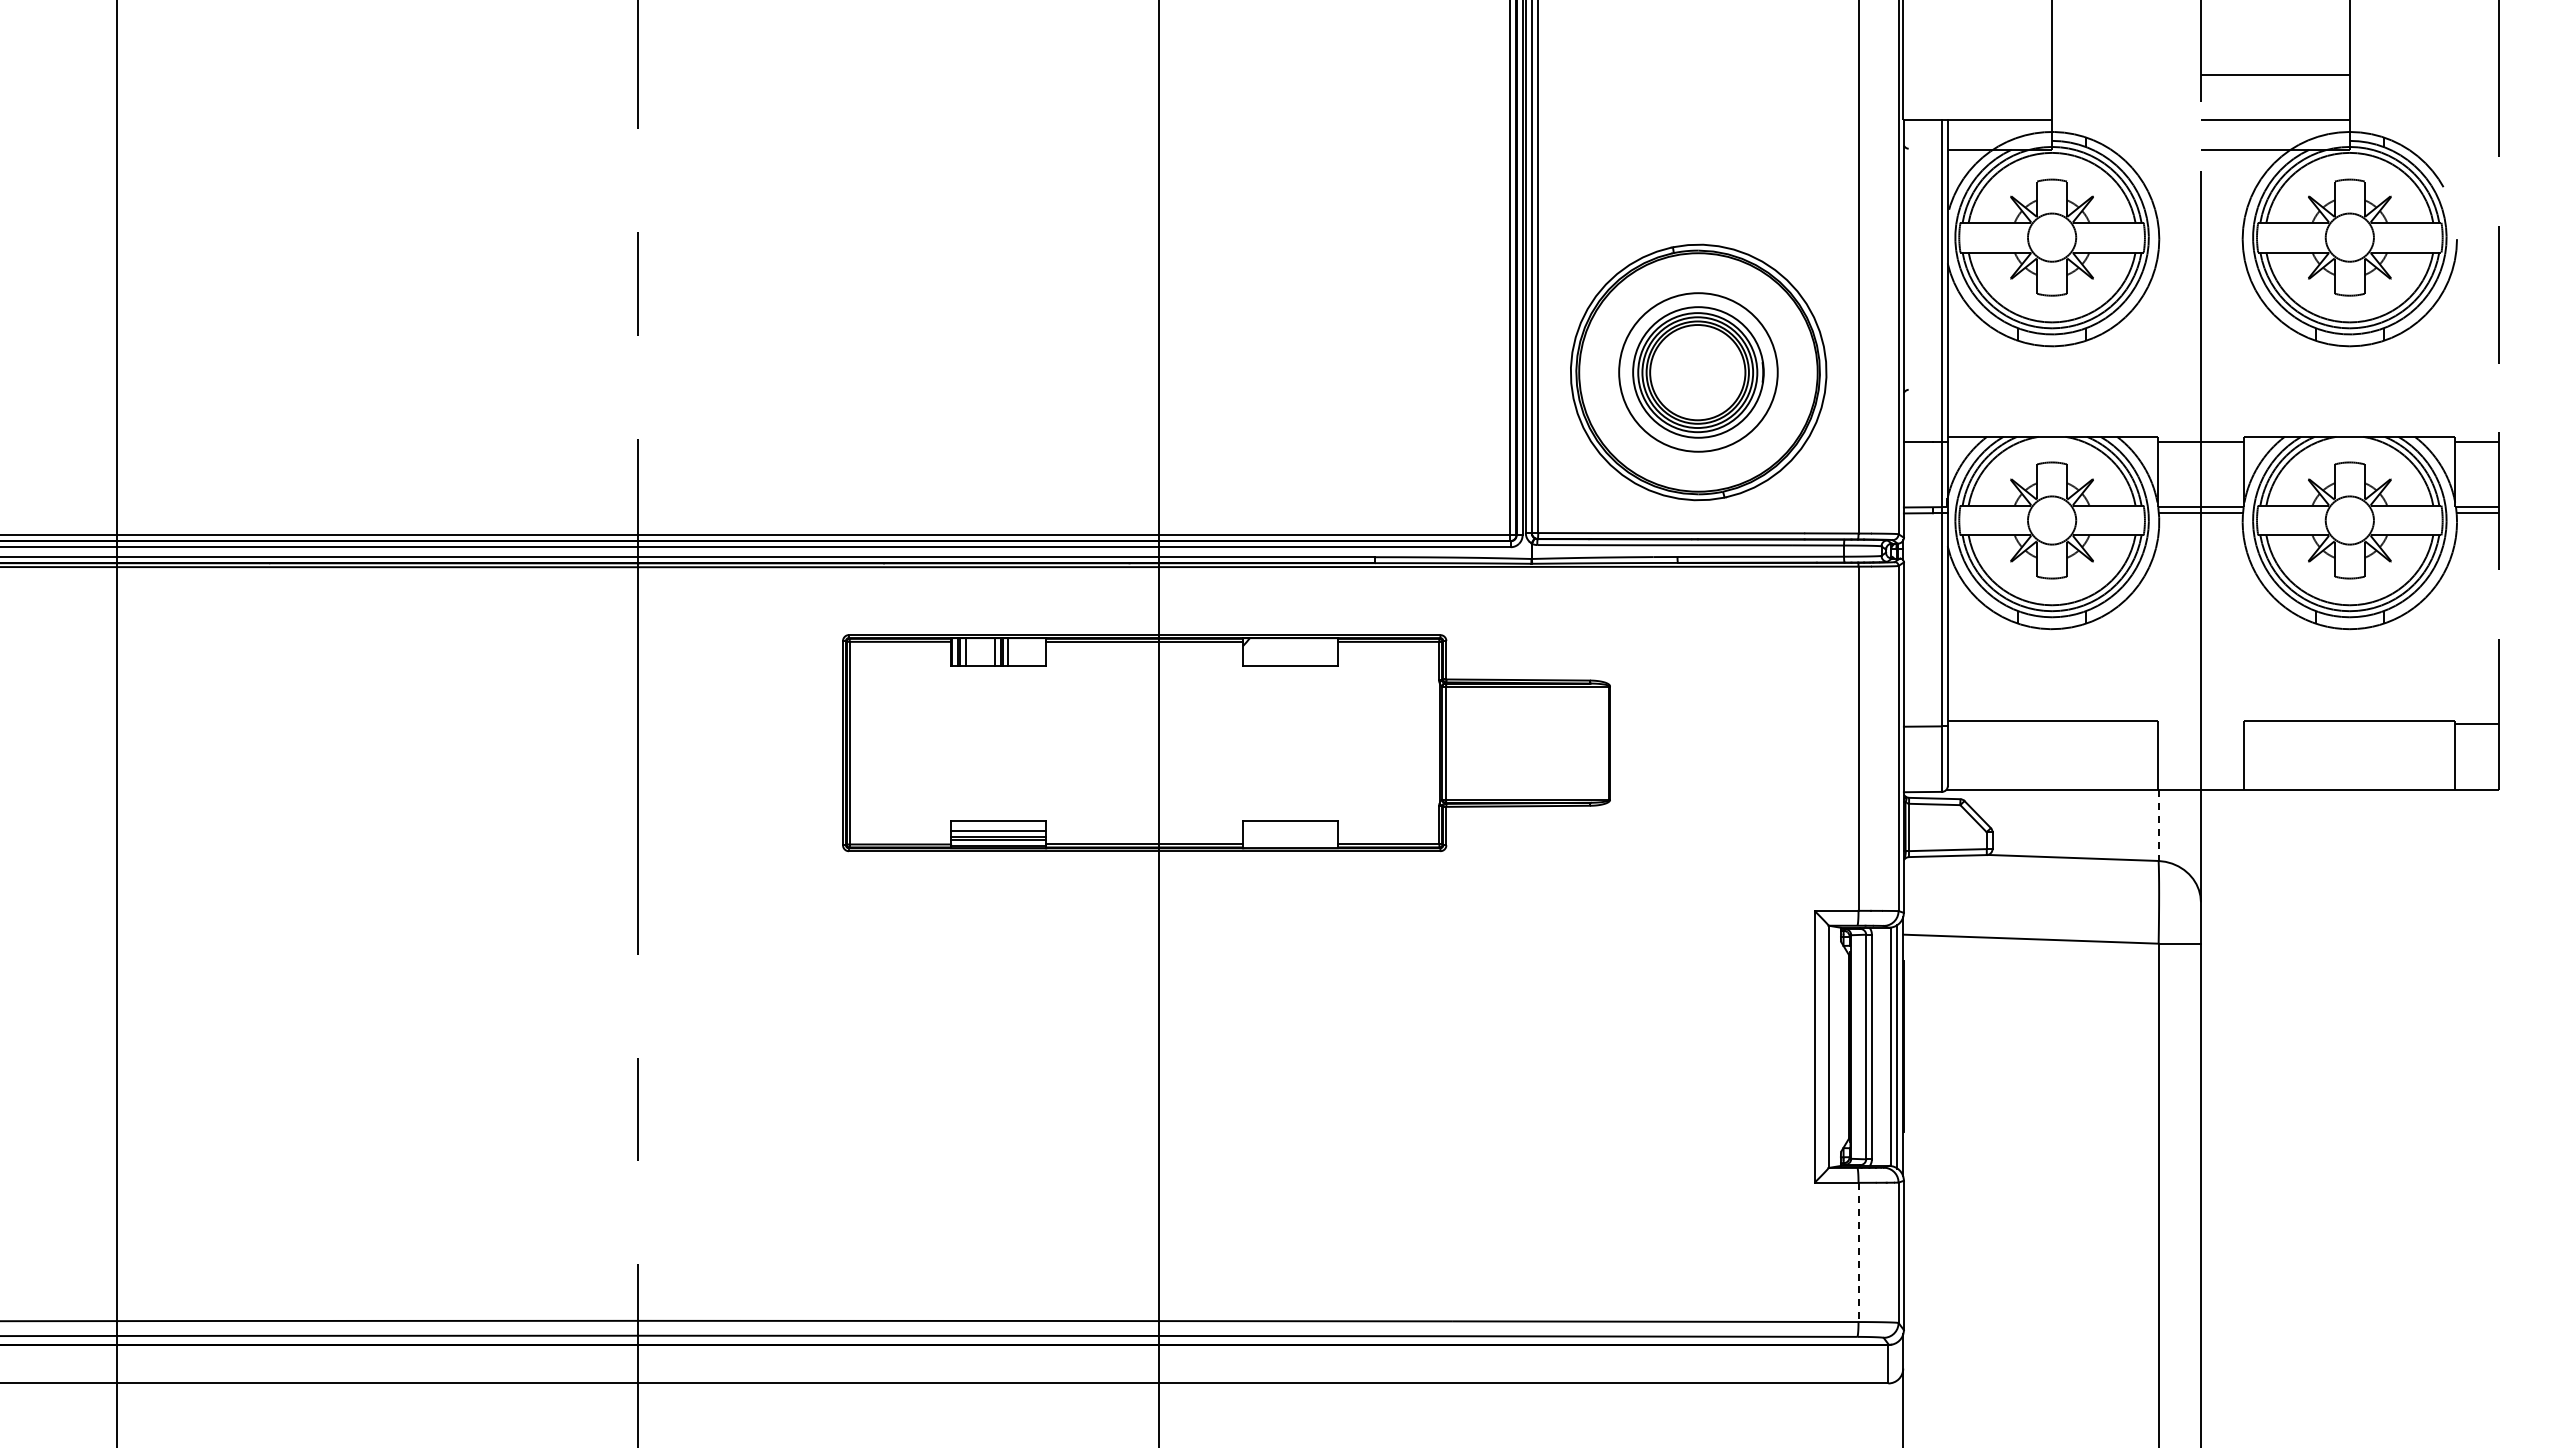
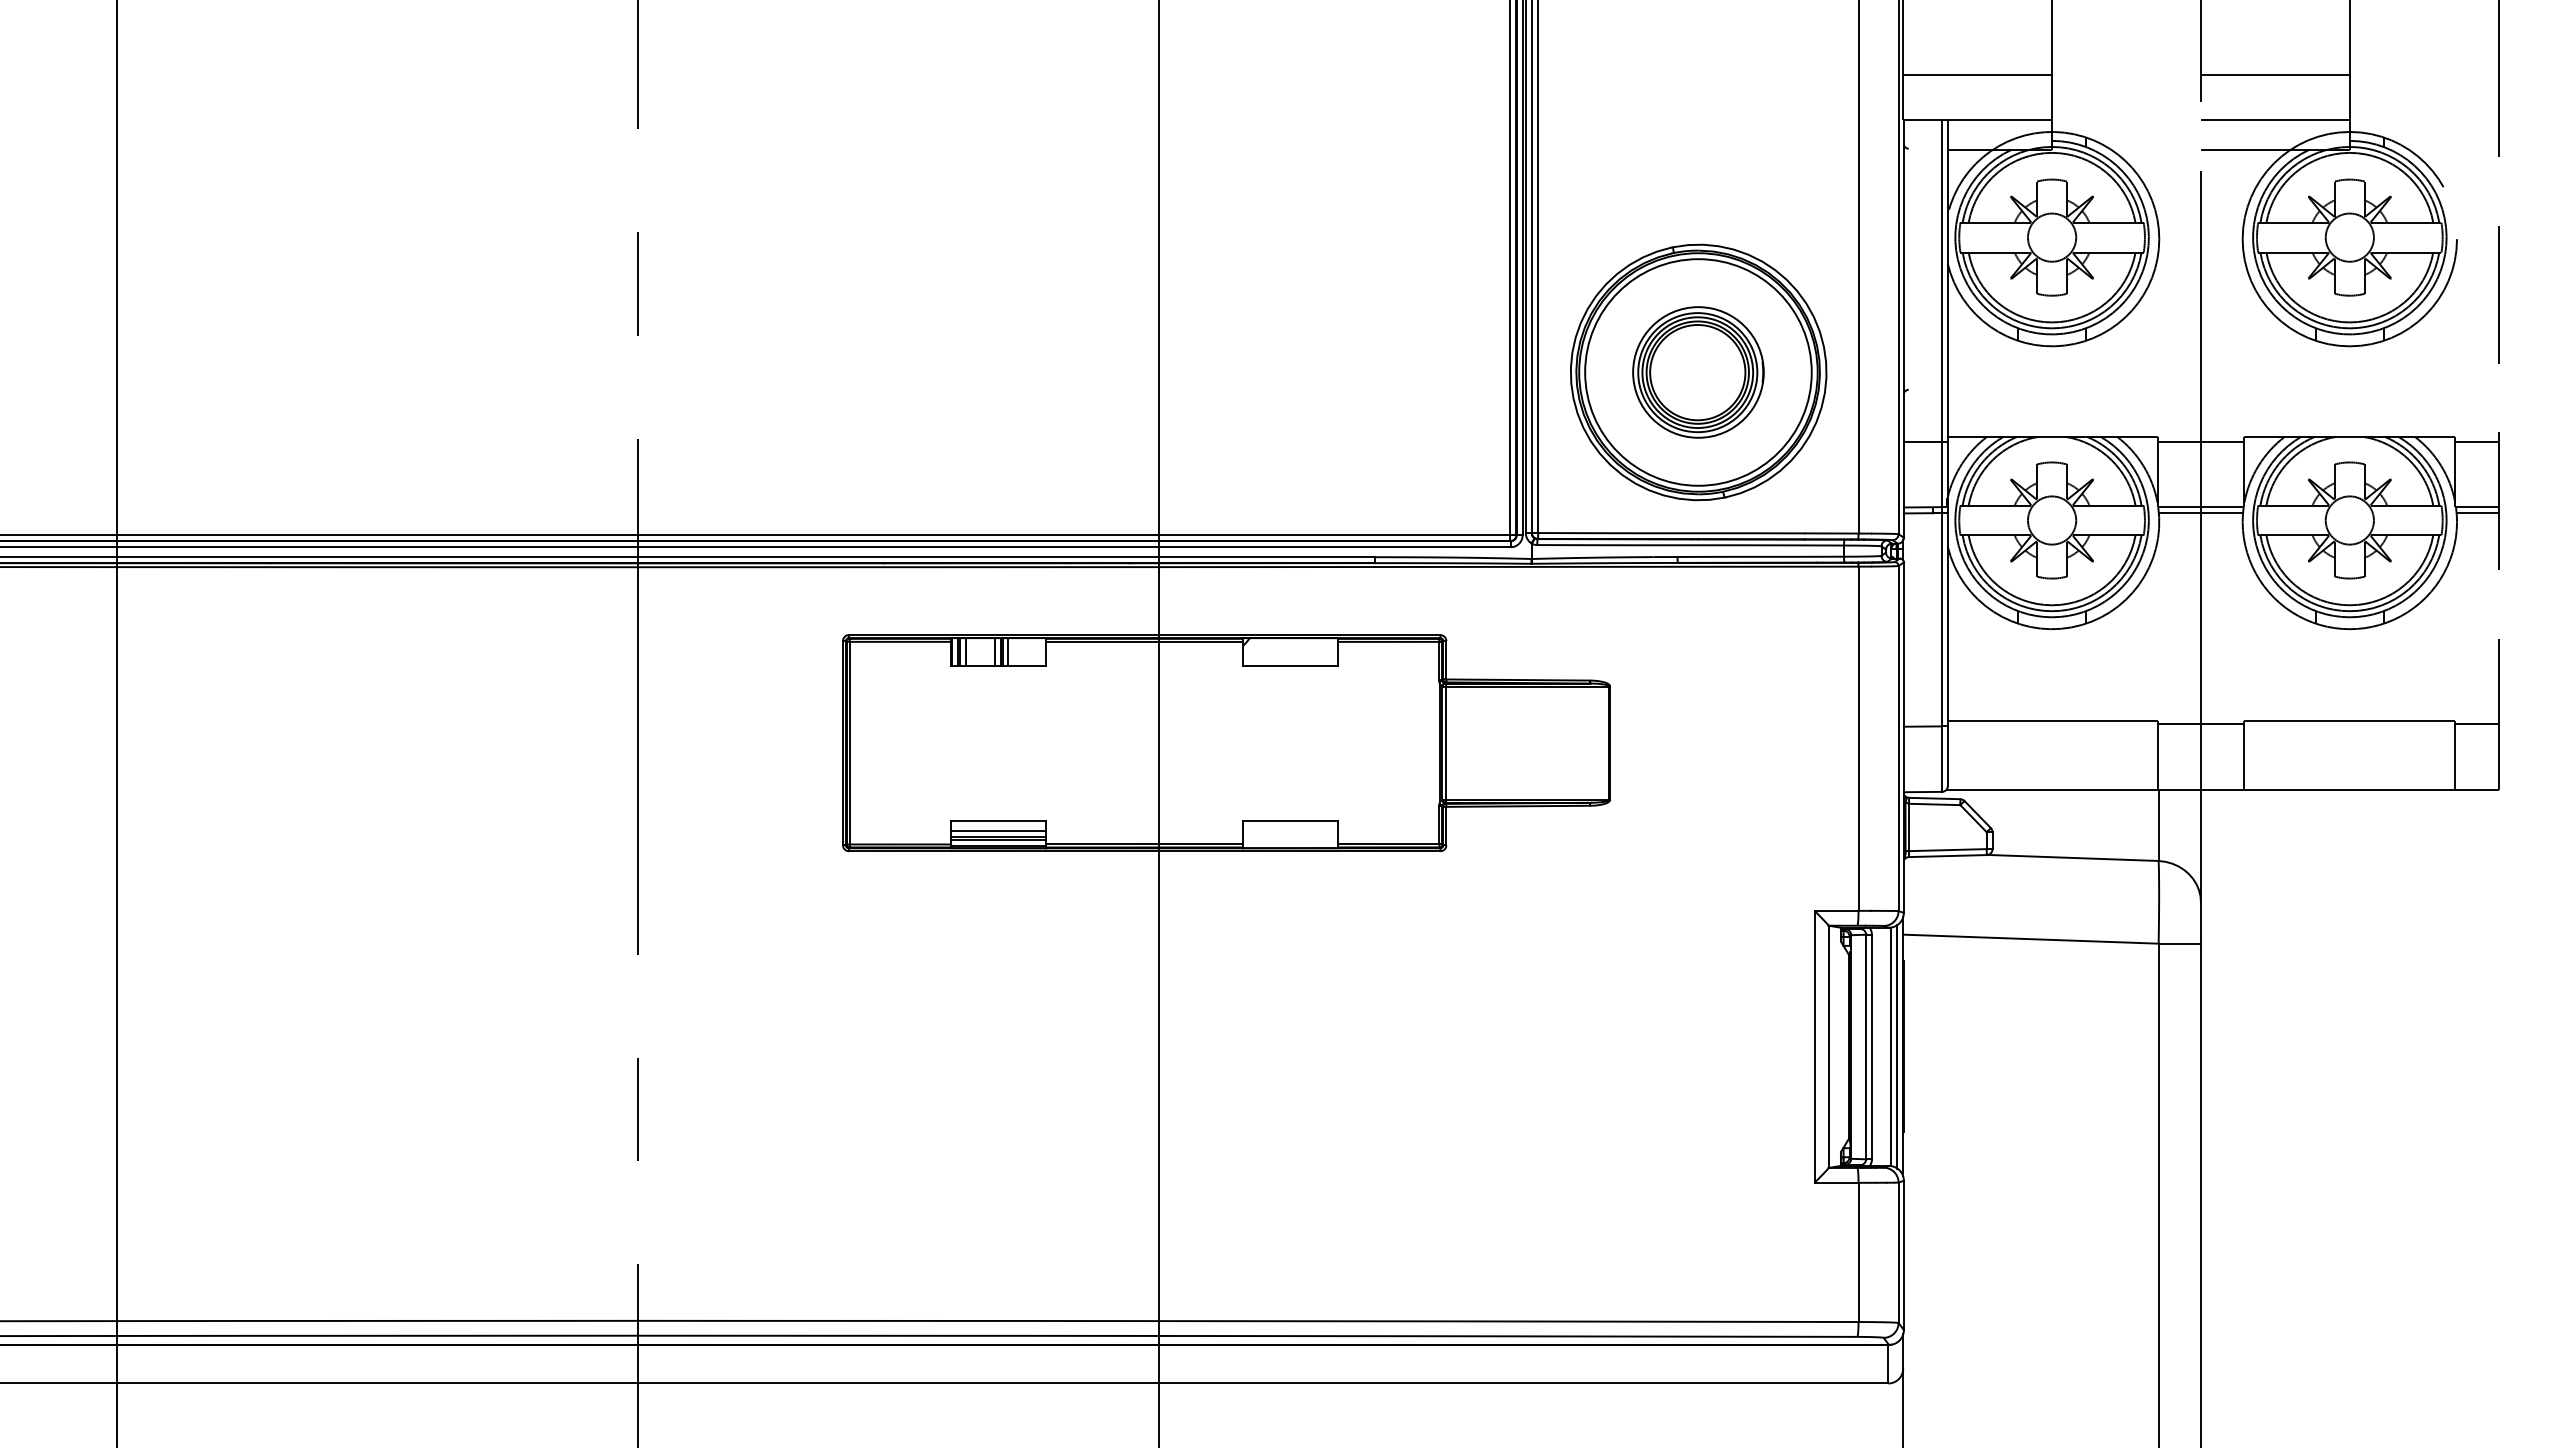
line at (1977, 75): none -> present
circle at (1698, 372) diameter: 159 px -> 227 px
line at (2200, 724): none -> present
line at (2158, 825): dashed -> solid
line at (1858, 1252): dashed -> solid
